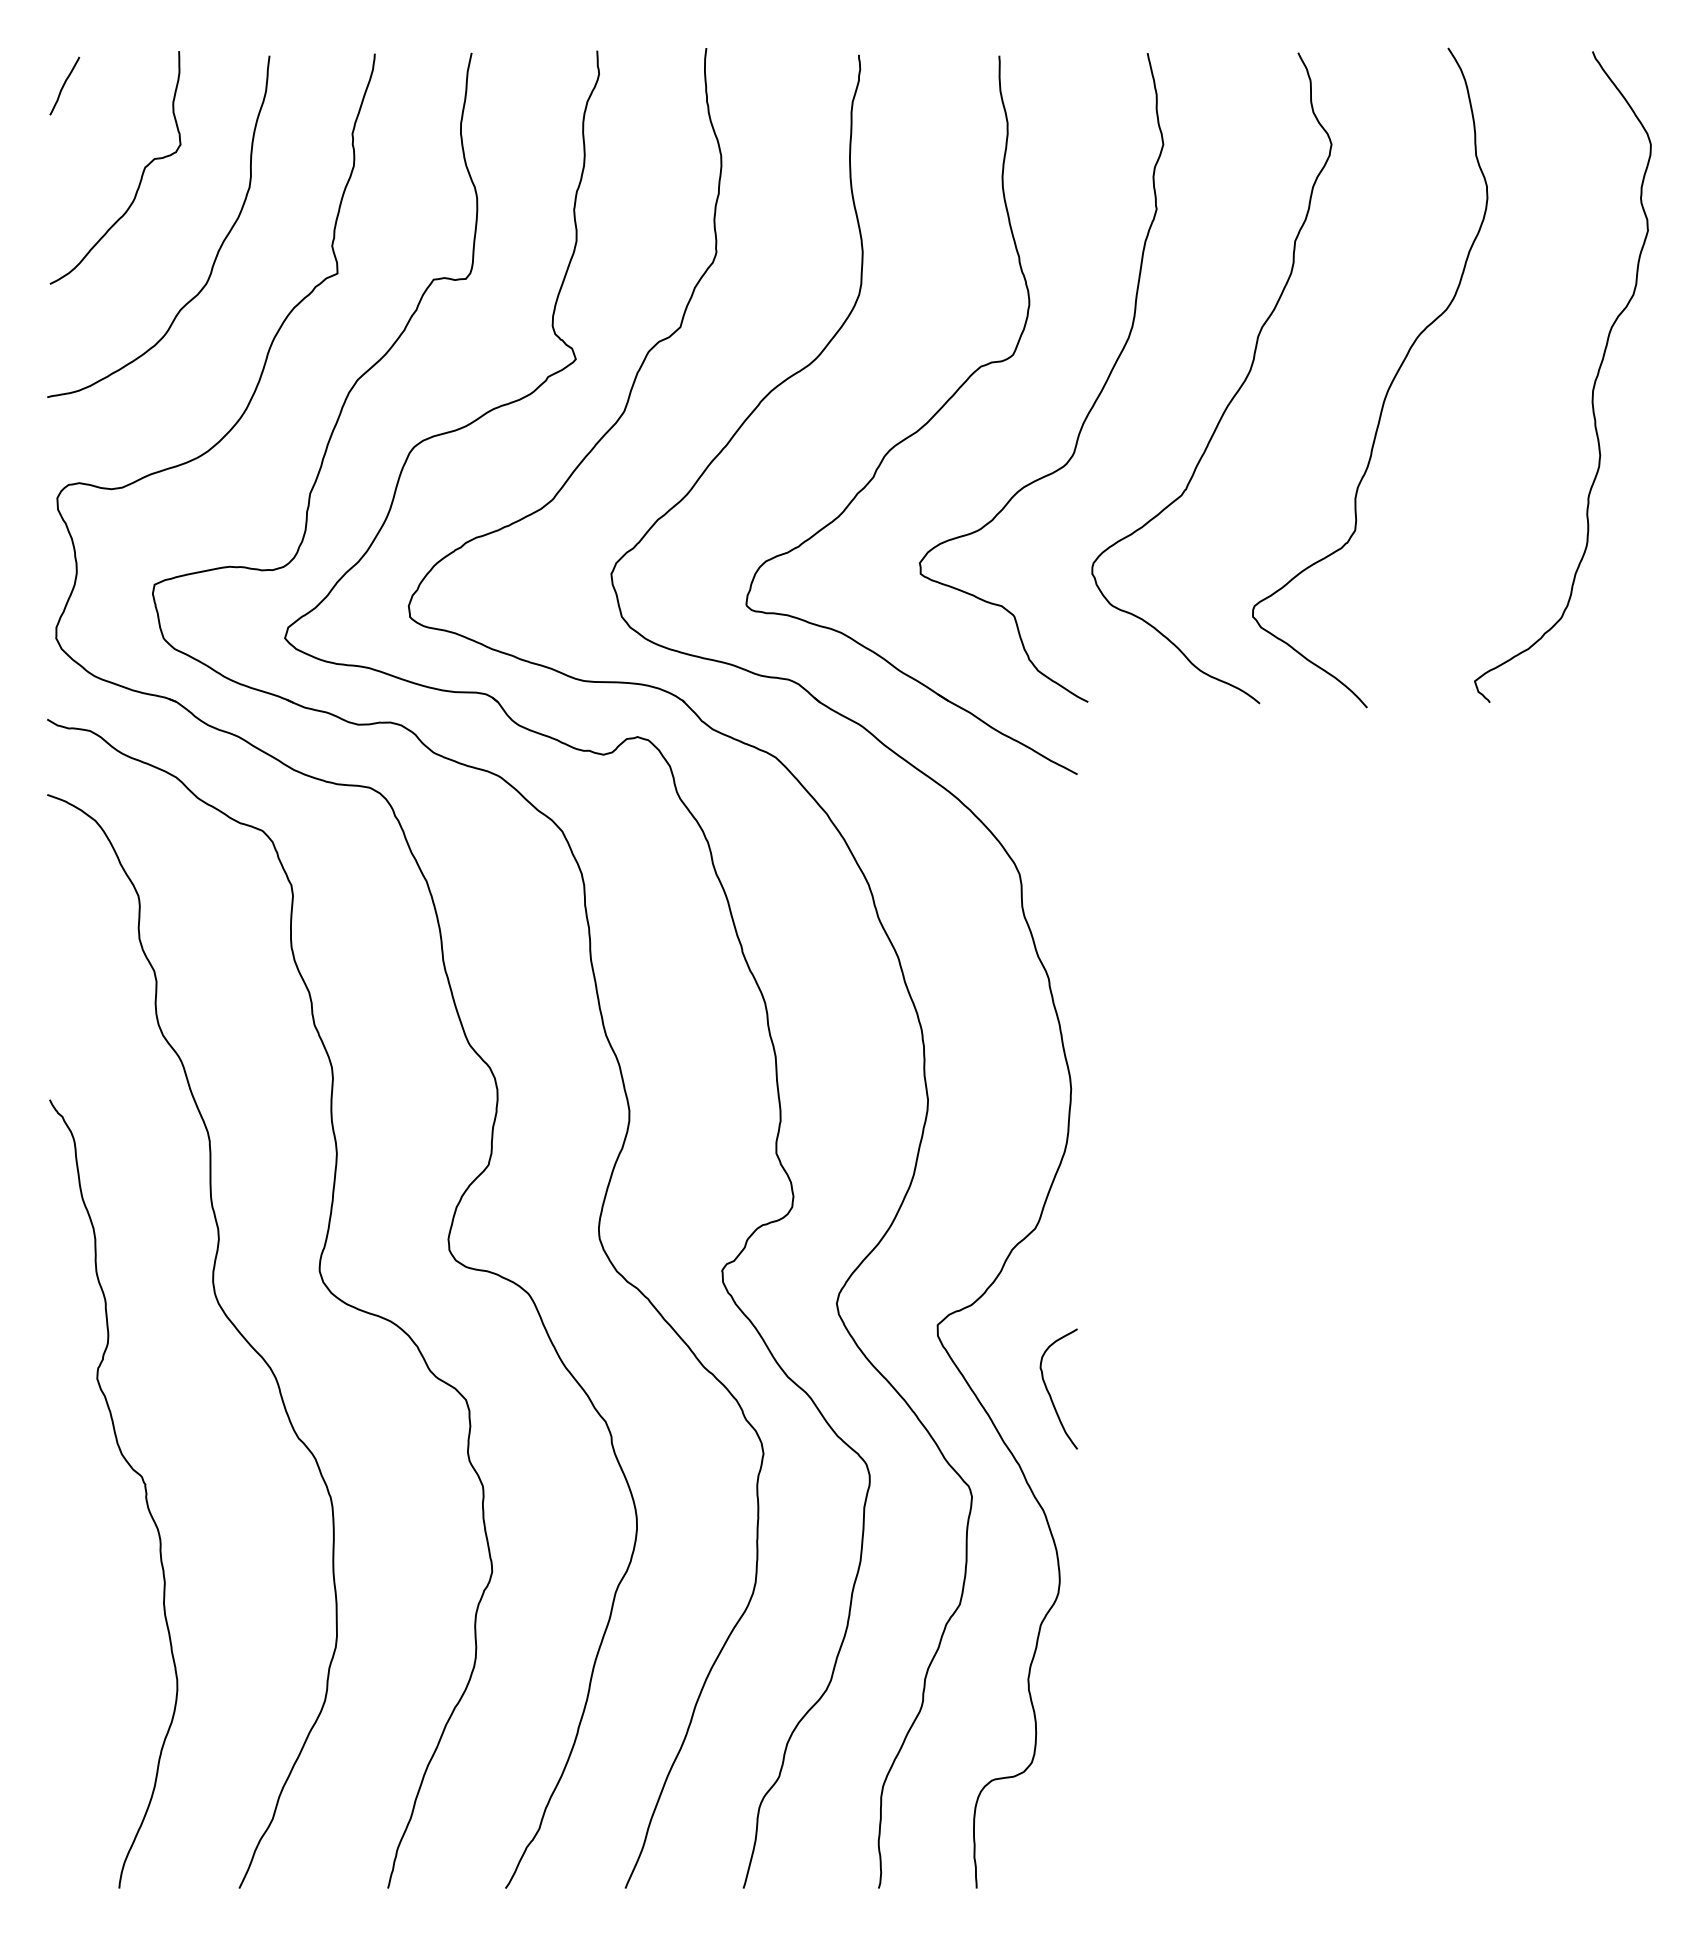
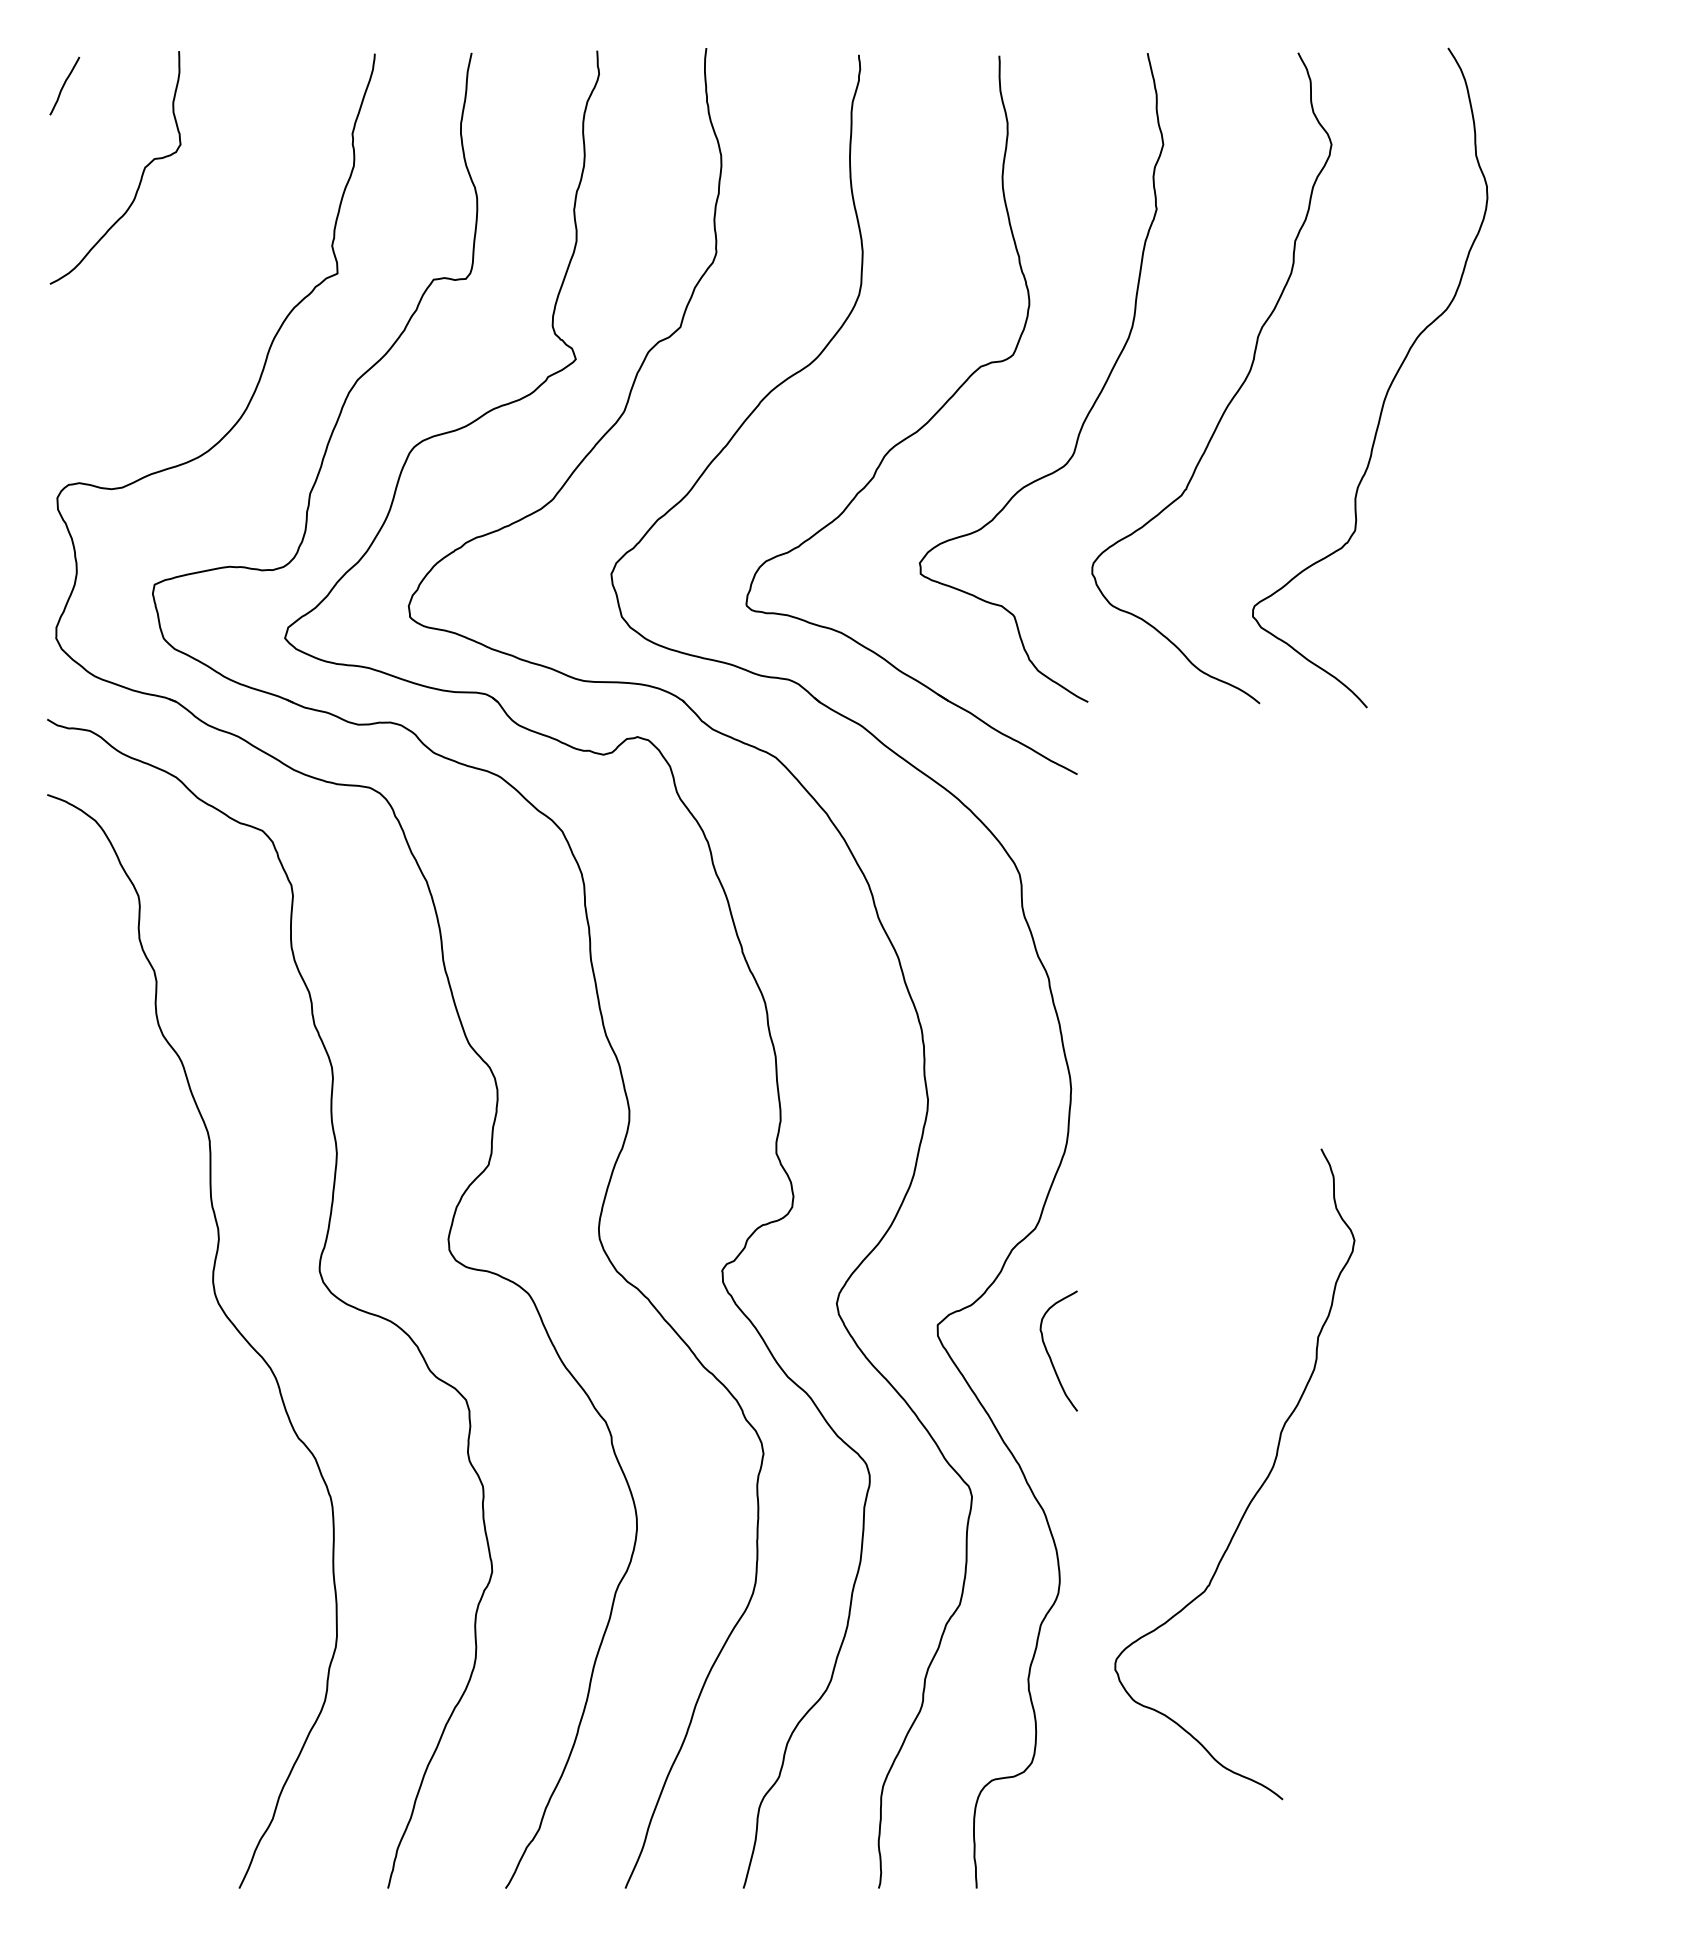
curve at (216, 253): present -> none
curve at (1593, 384): present -> none
curve at (1049, 1392) position: (1049, 1392) -> (1049, 1354)
curve at (133, 1471): present -> none
curve at (1256, 1491): none -> present
